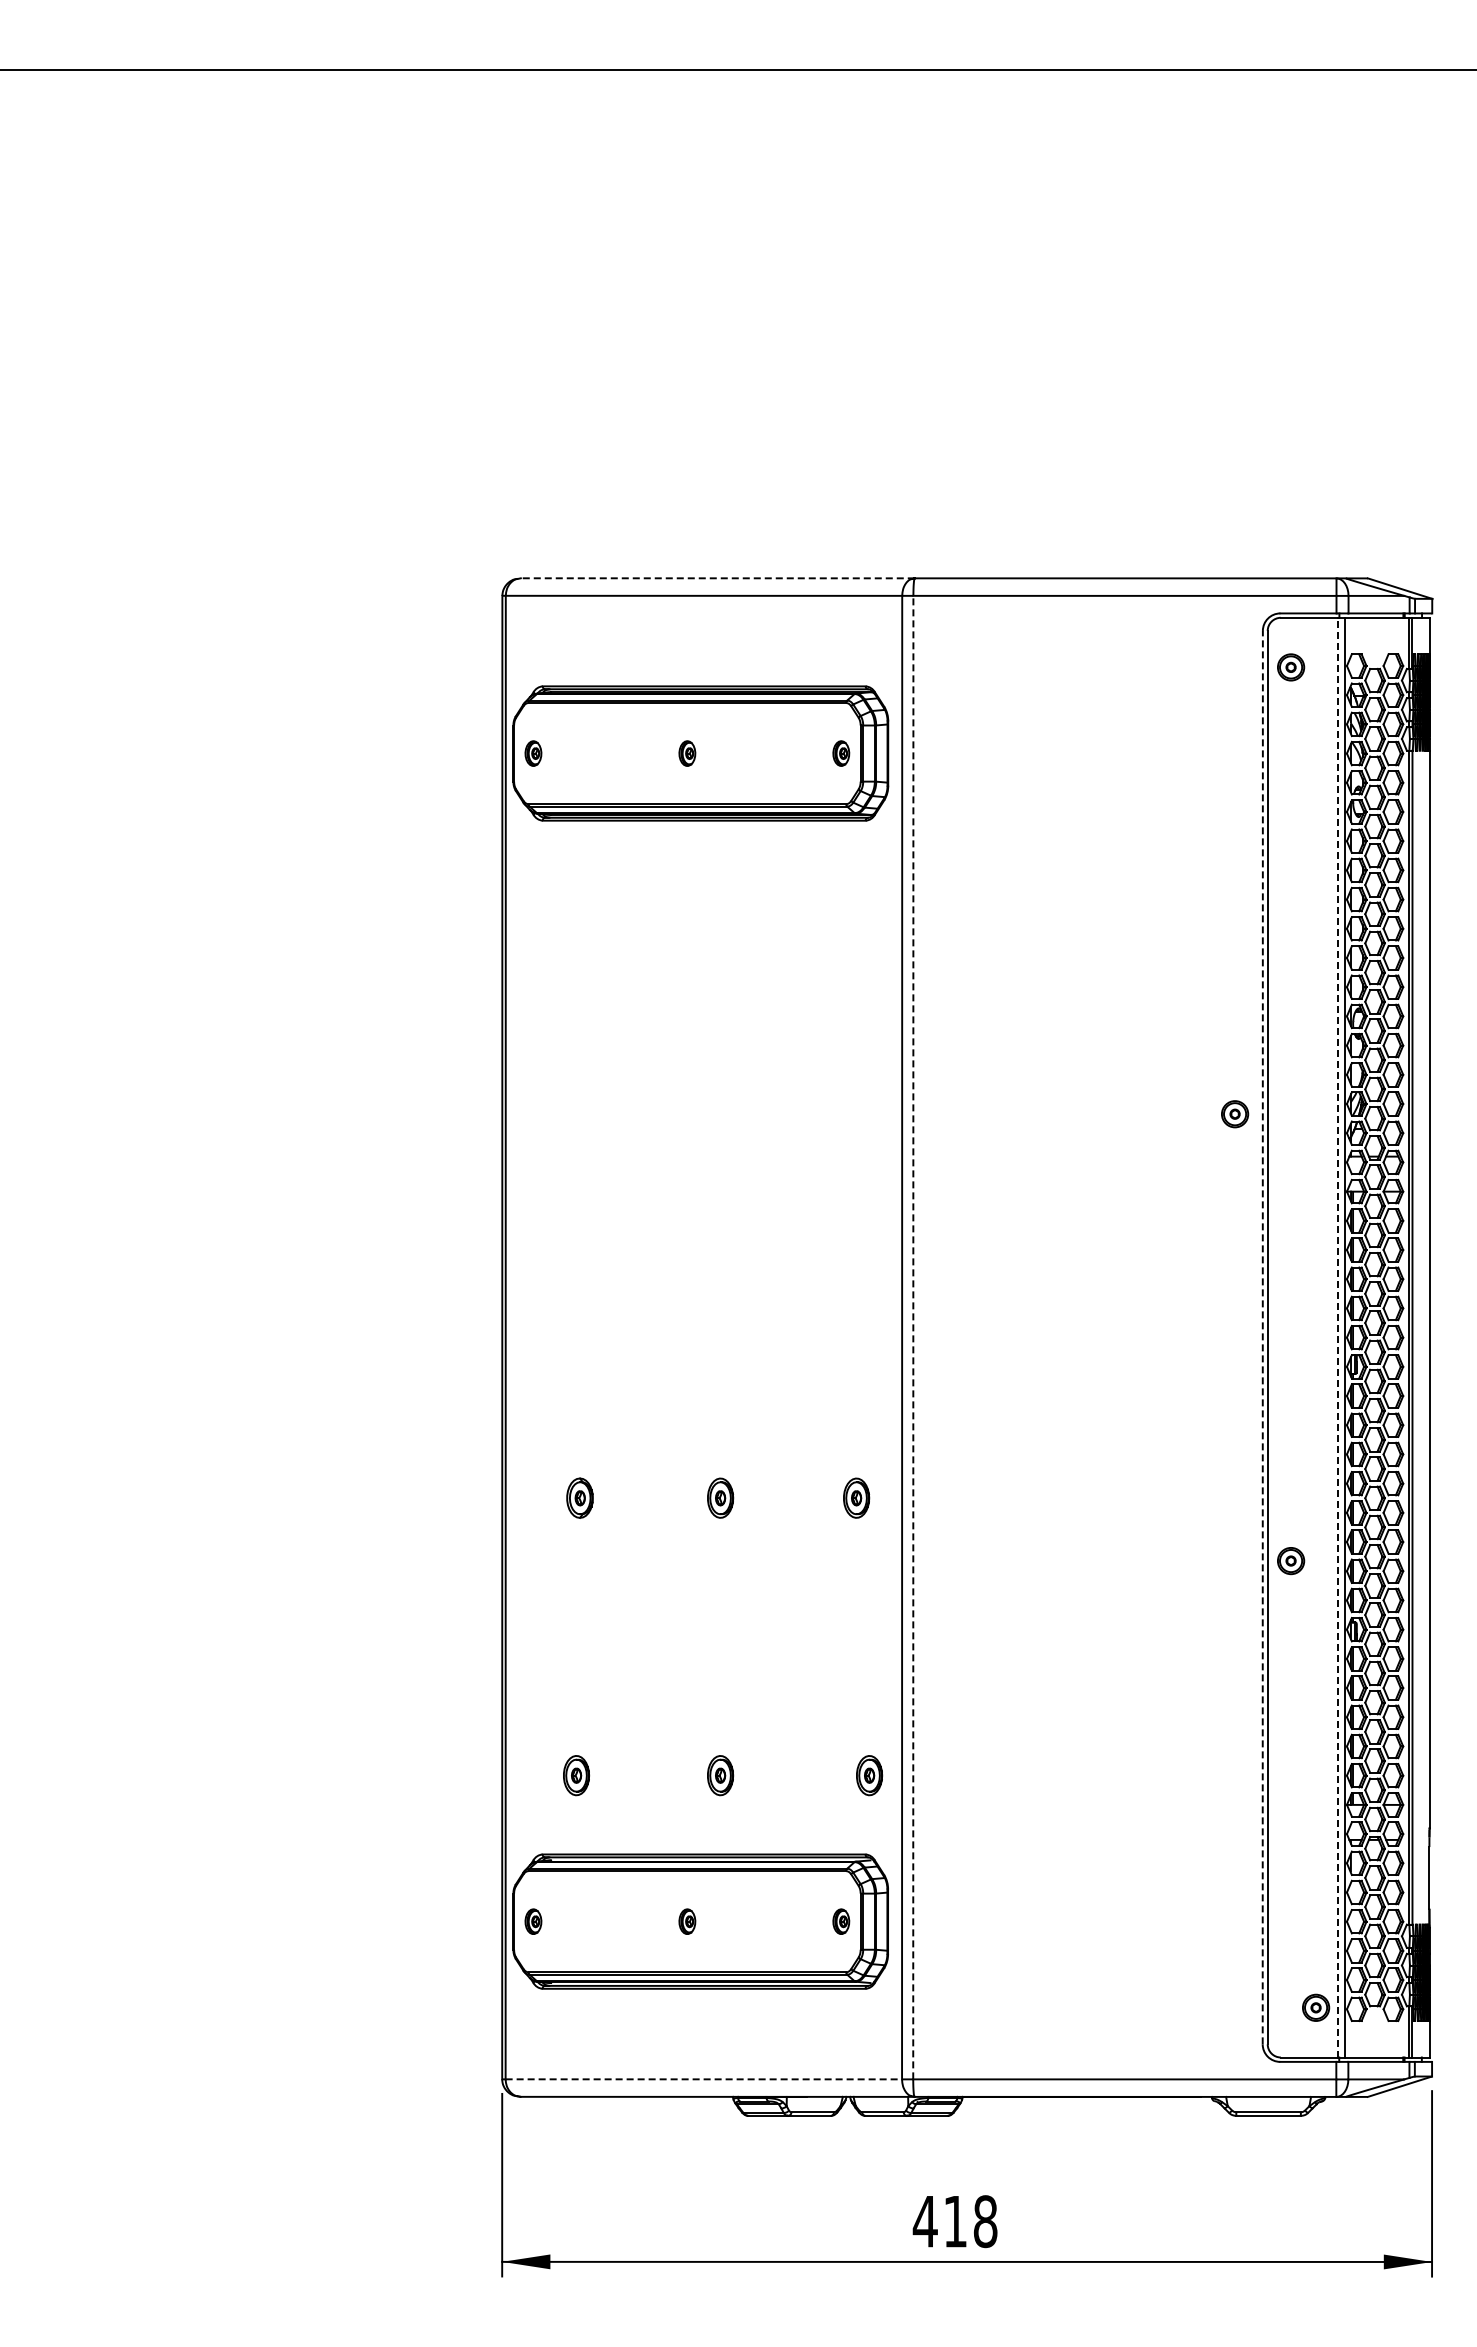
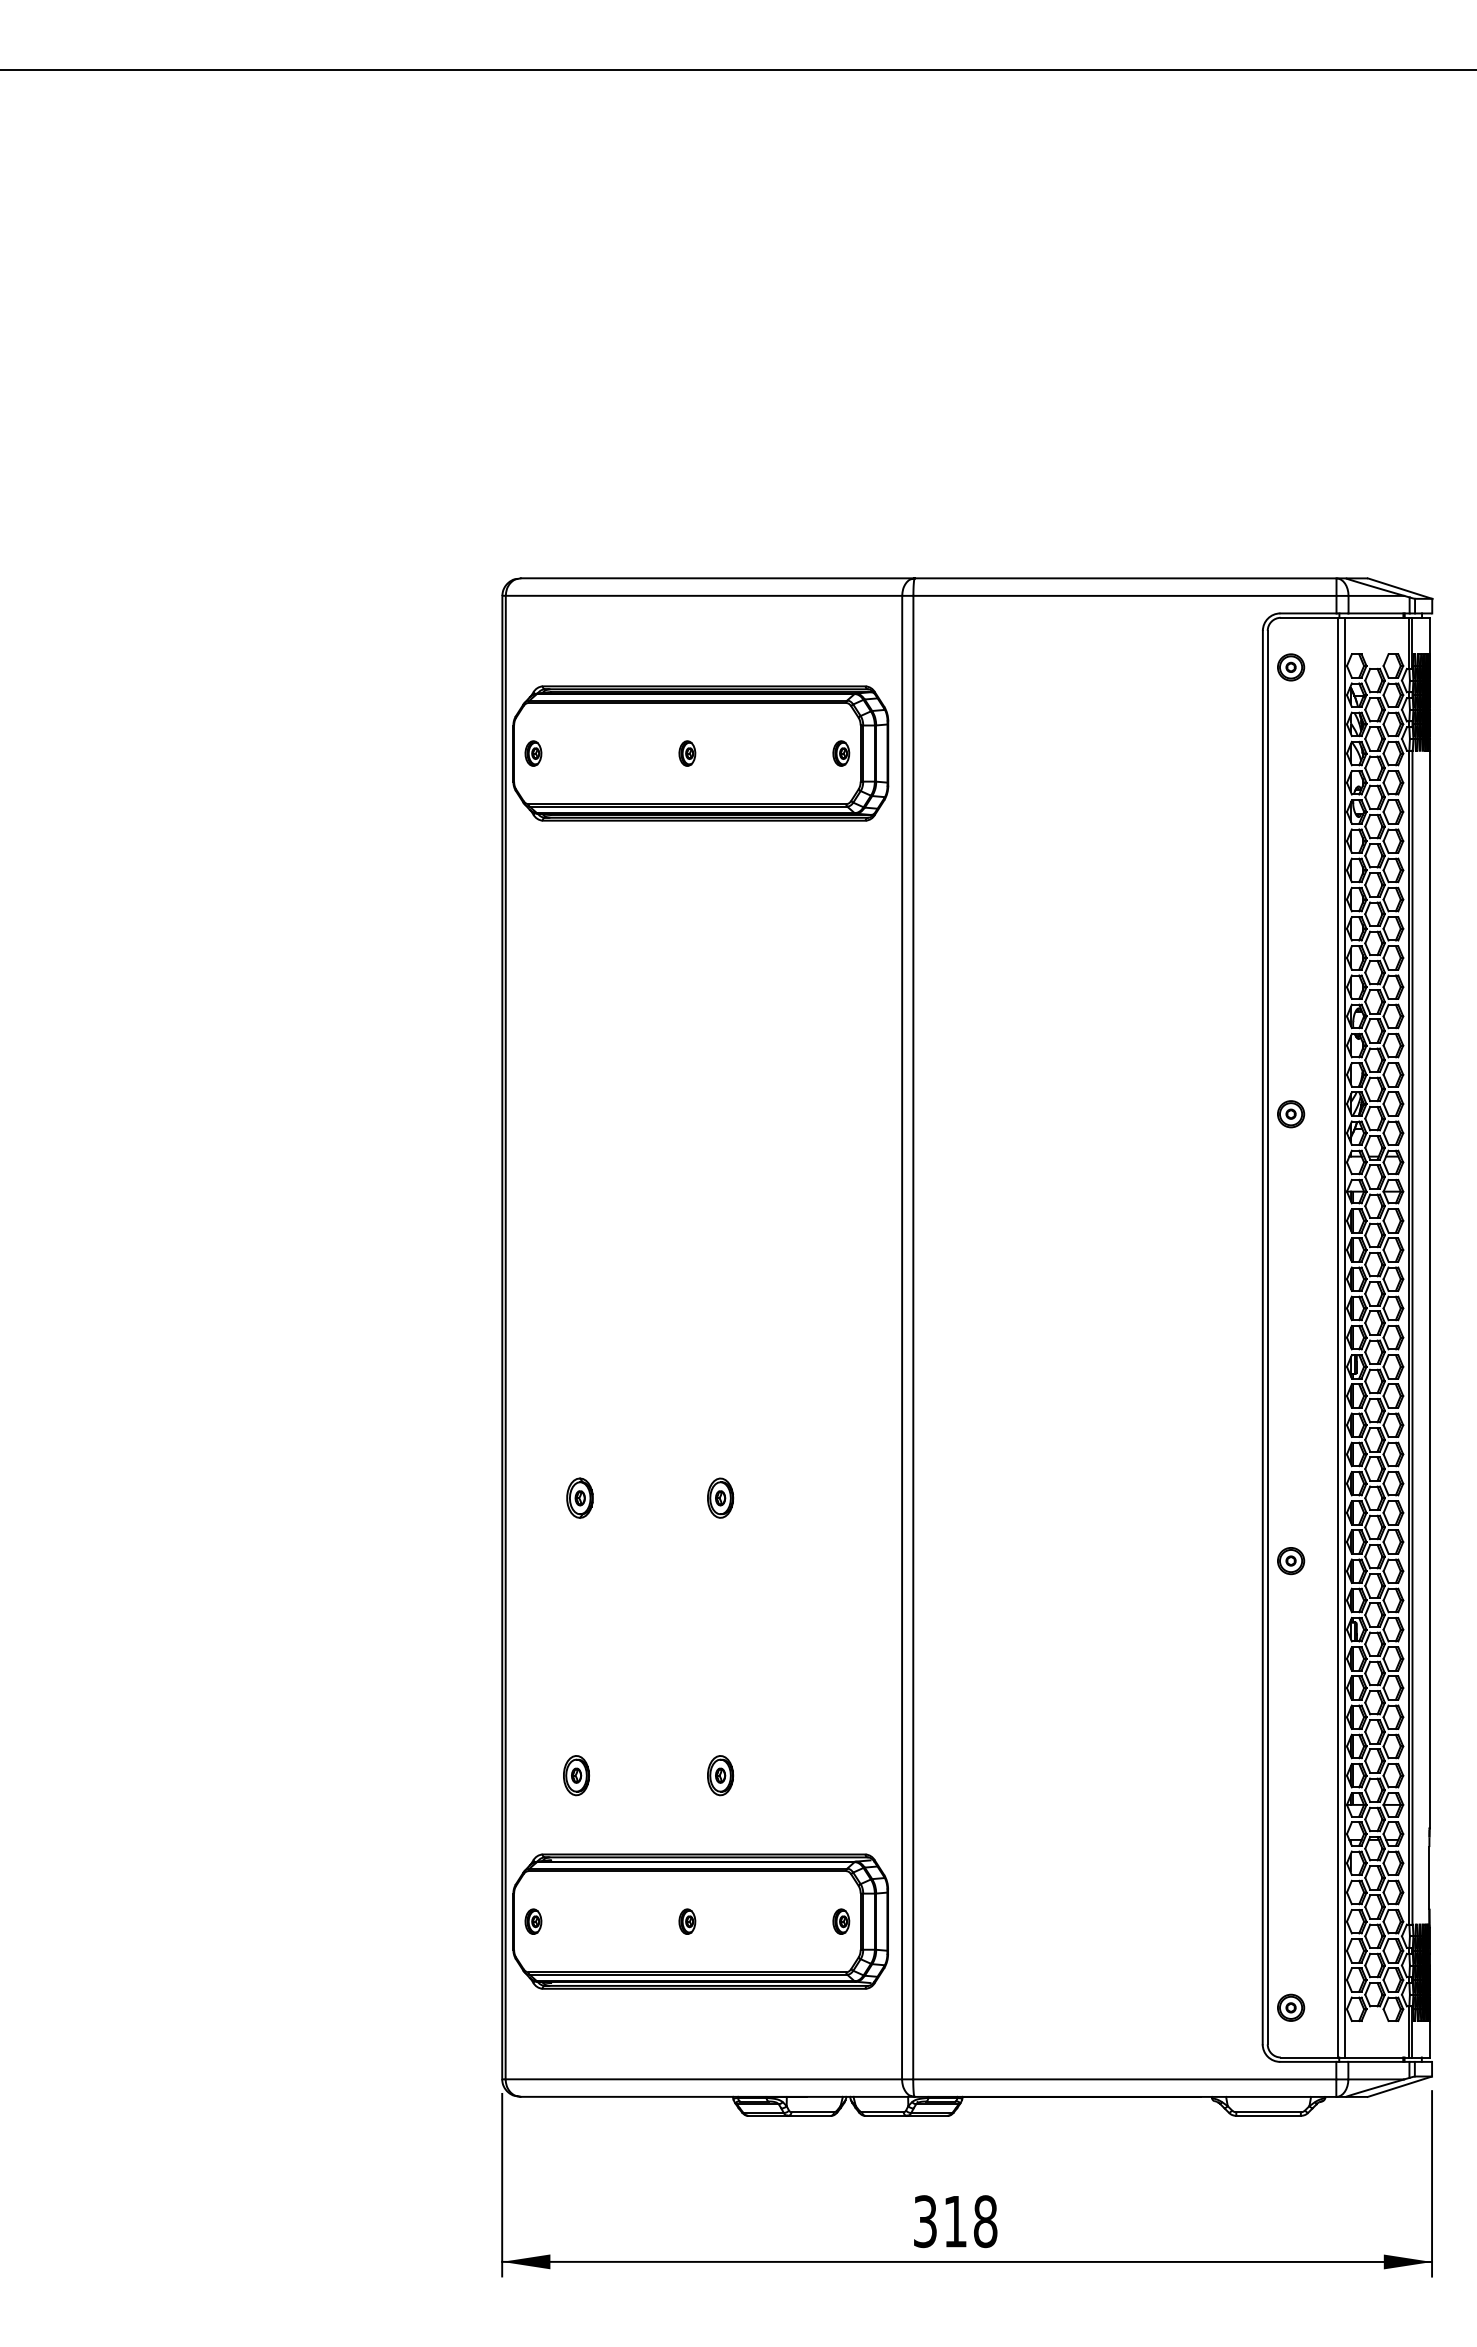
line at (717, 578): dashed -> solid
part at (1235, 1114) position: (1235, 1114) -> (1291, 1114)
line at (913, 1337): dashed -> solid
line at (1262, 1337): dashed -> solid
line at (1337, 1337): dashed -> solid
part at (856, 1497): present -> none
part at (869, 1775): present -> none
part at (1316, 2007) position: (1316, 2007) -> (1291, 2007)
line at (704, 2079): dashed -> solid
text at (924, 2221): 418 -> 318
